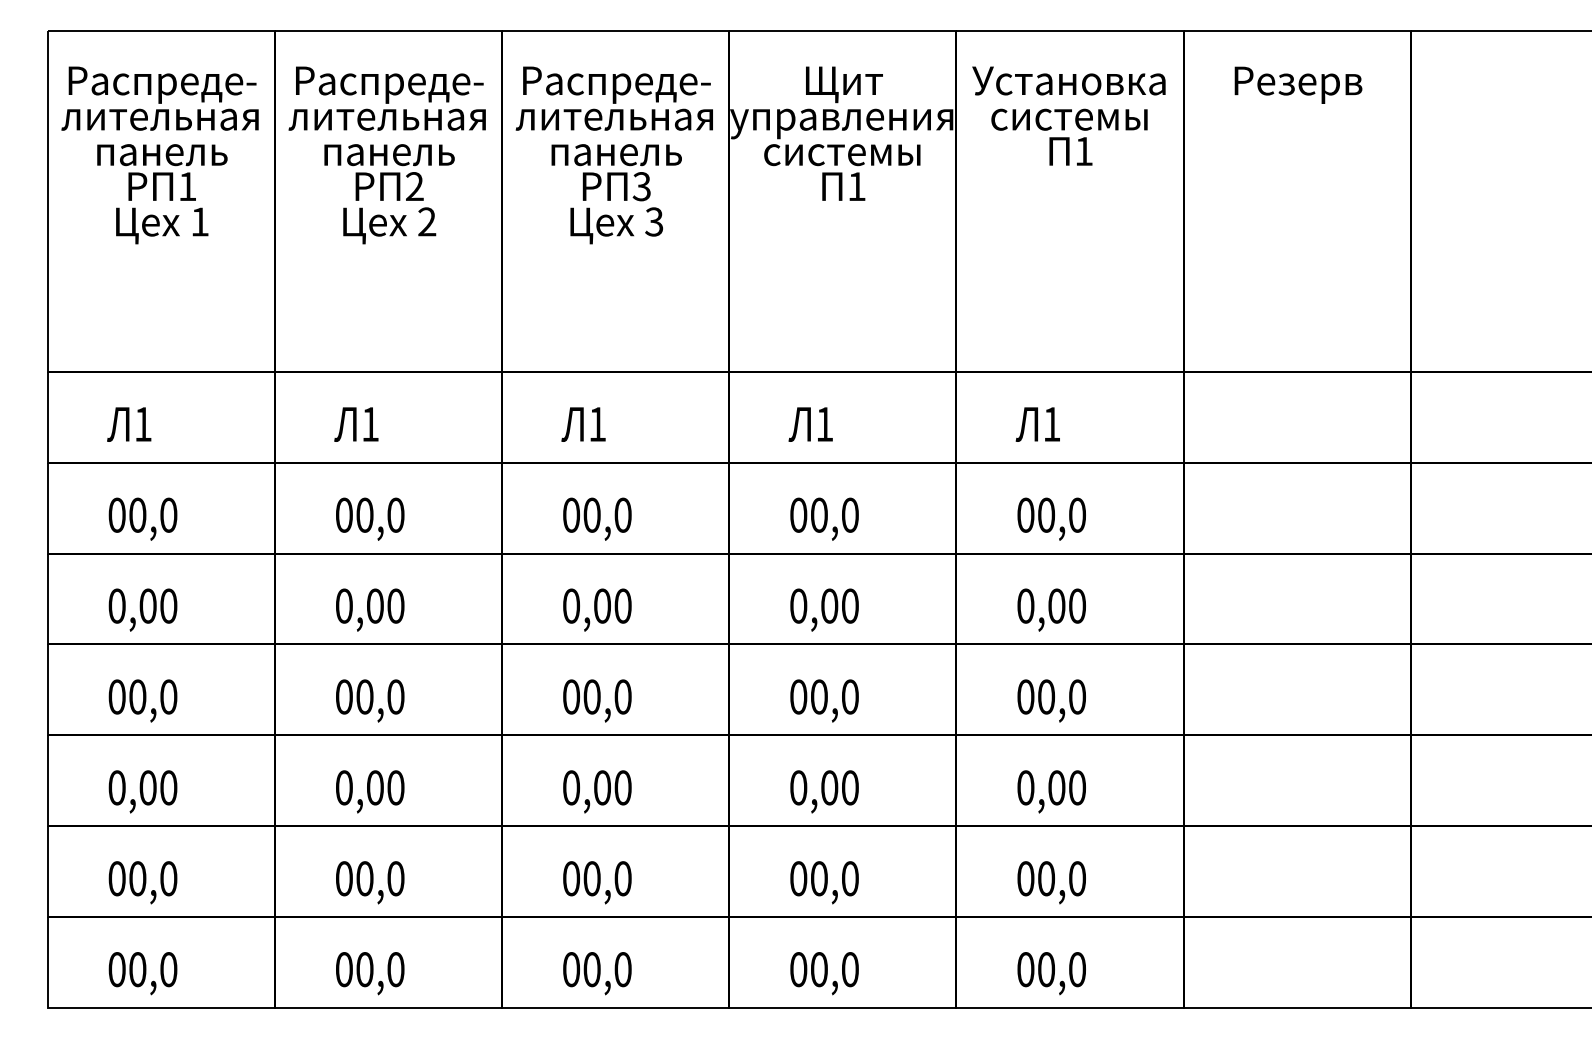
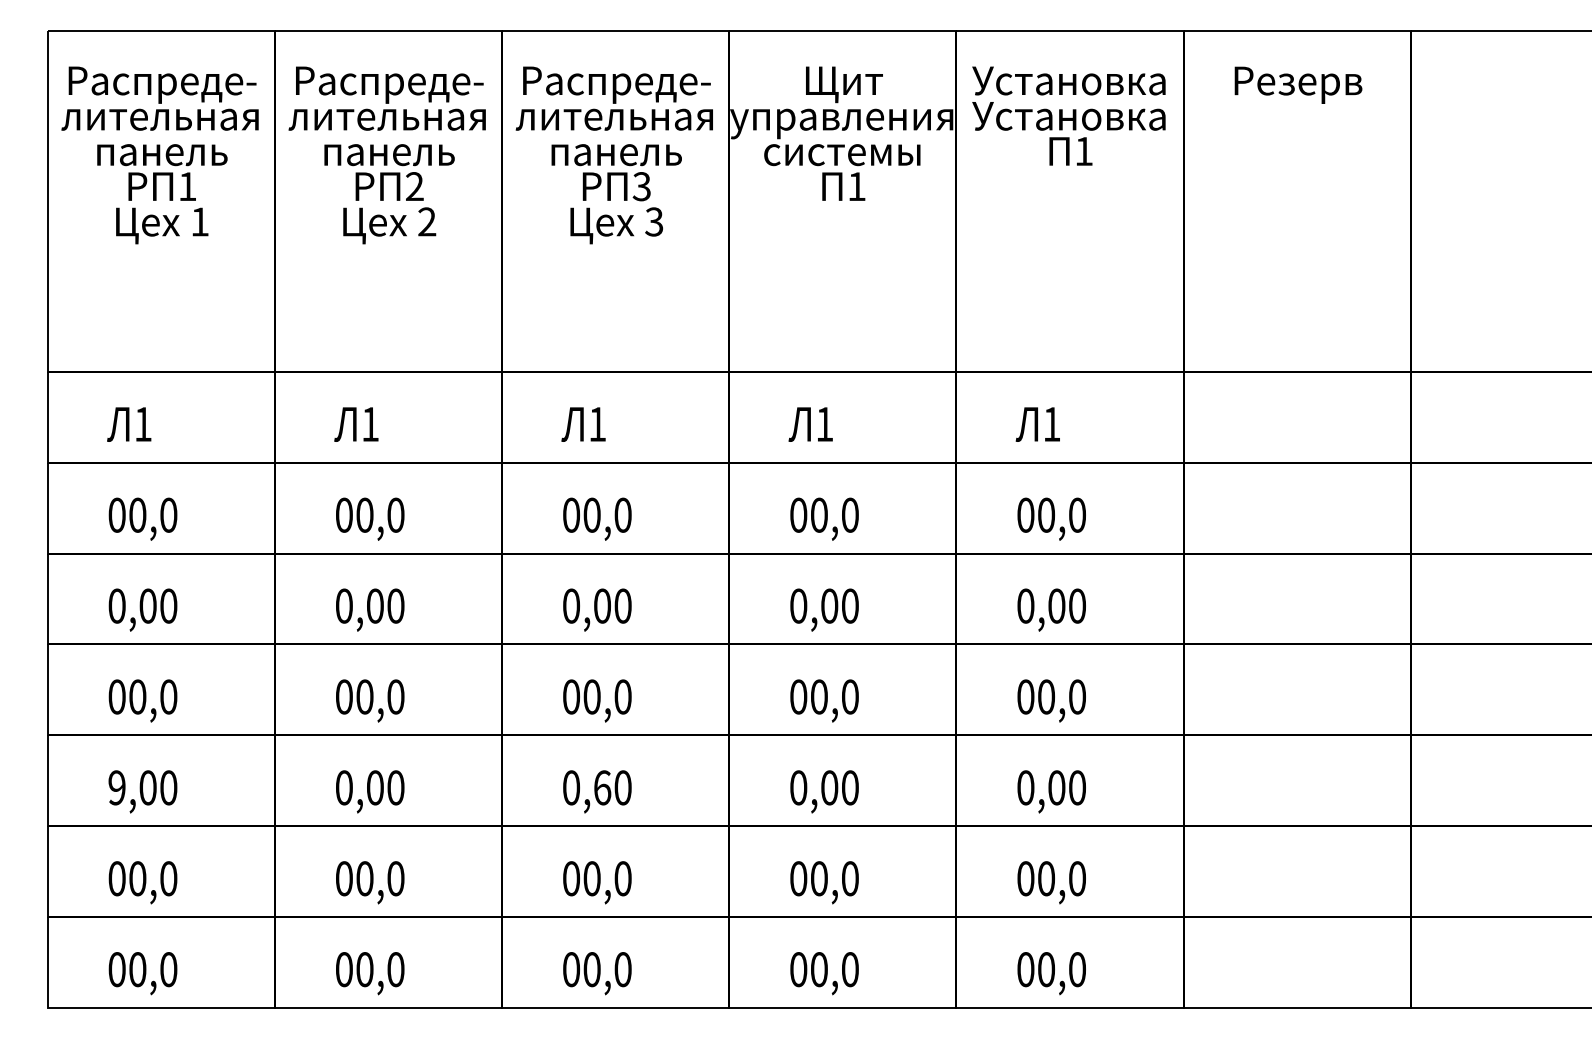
text at (1068, 116): системы -> Установка
text at (116, 787): 0,00 -> 9,00
text at (602, 787): 0,00 -> 0,60
